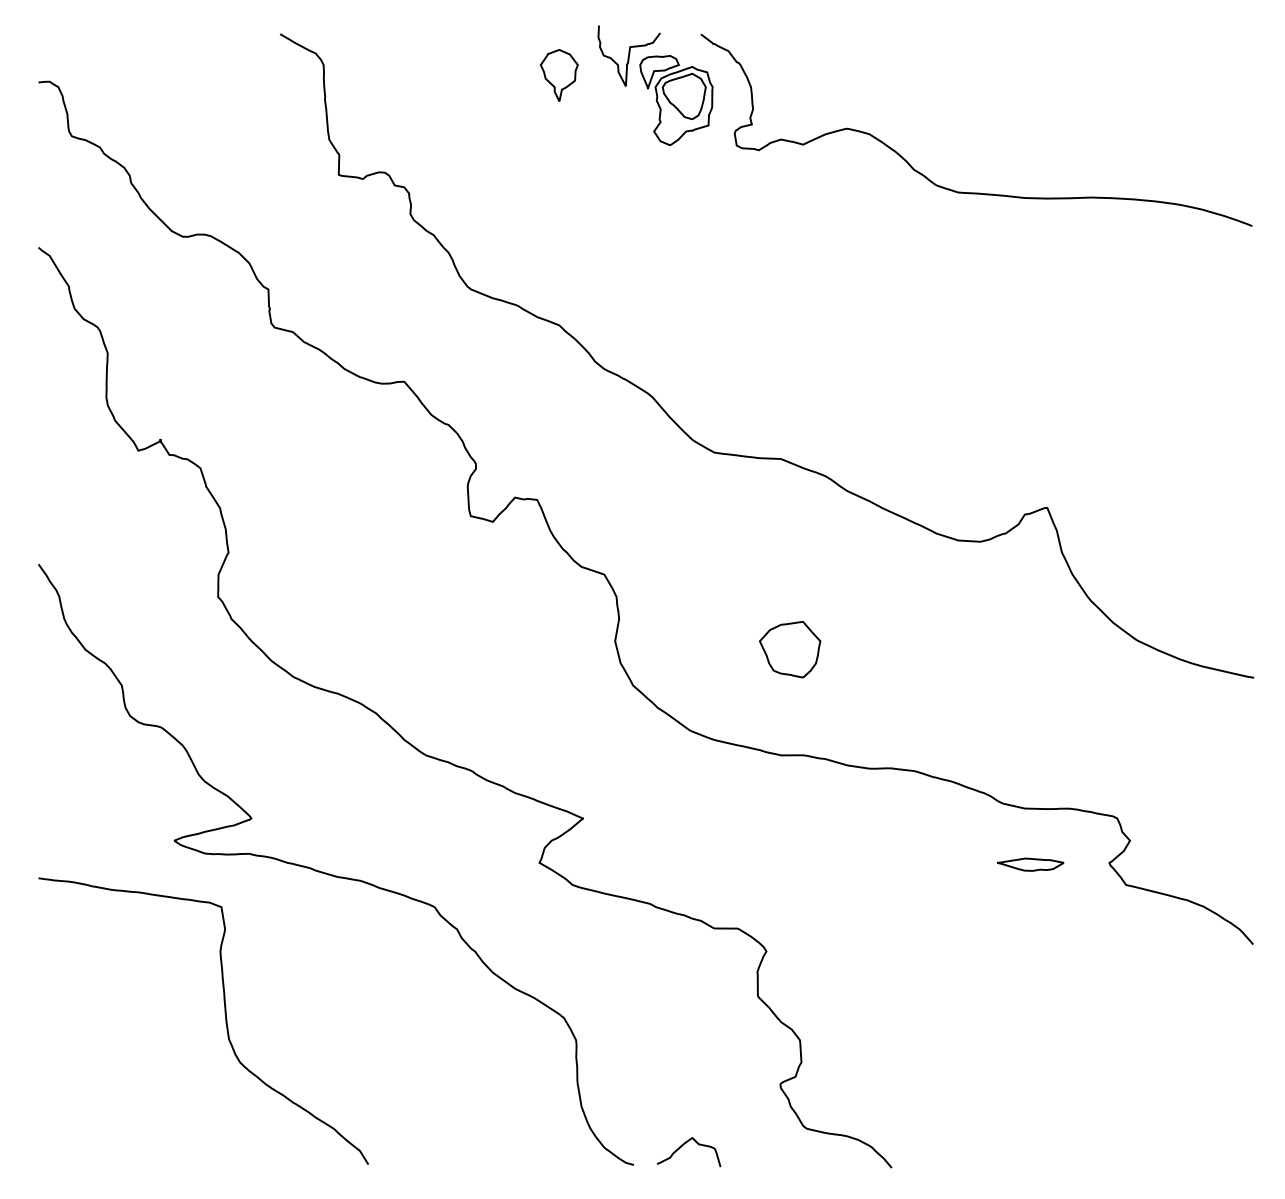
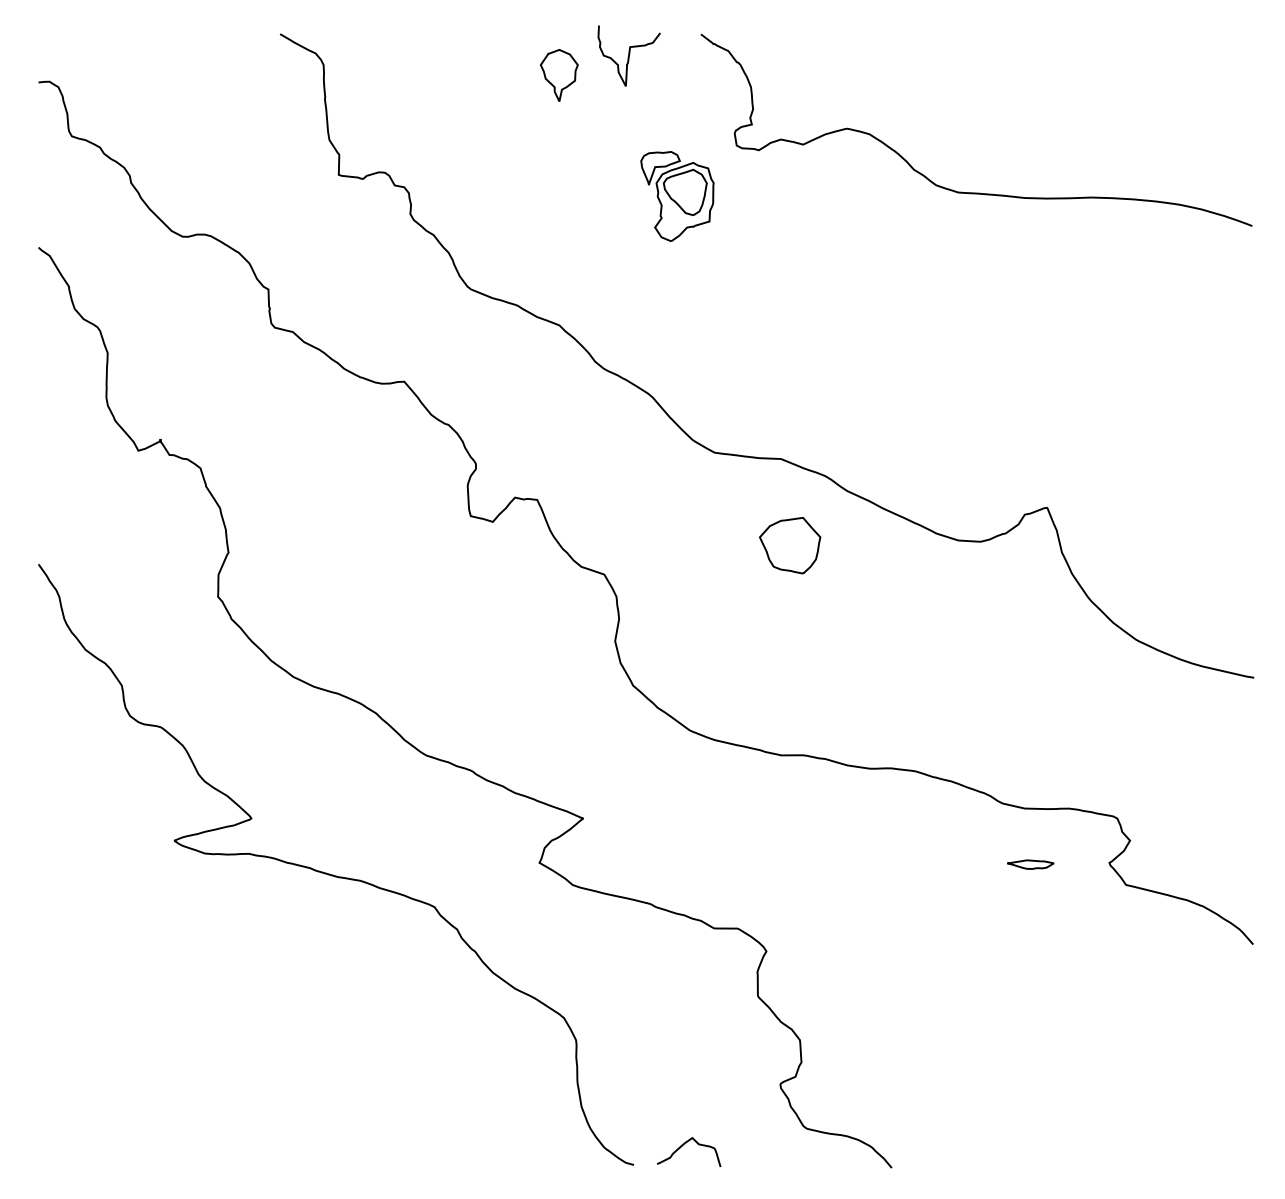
part at (676, 100) position: (676, 100) -> (677, 196)
part at (790, 649) position: (790, 649) -> (790, 545)
part at (1030, 864) size: 68x15 px -> 48x11 px
curve at (225, 1020): present -> none
